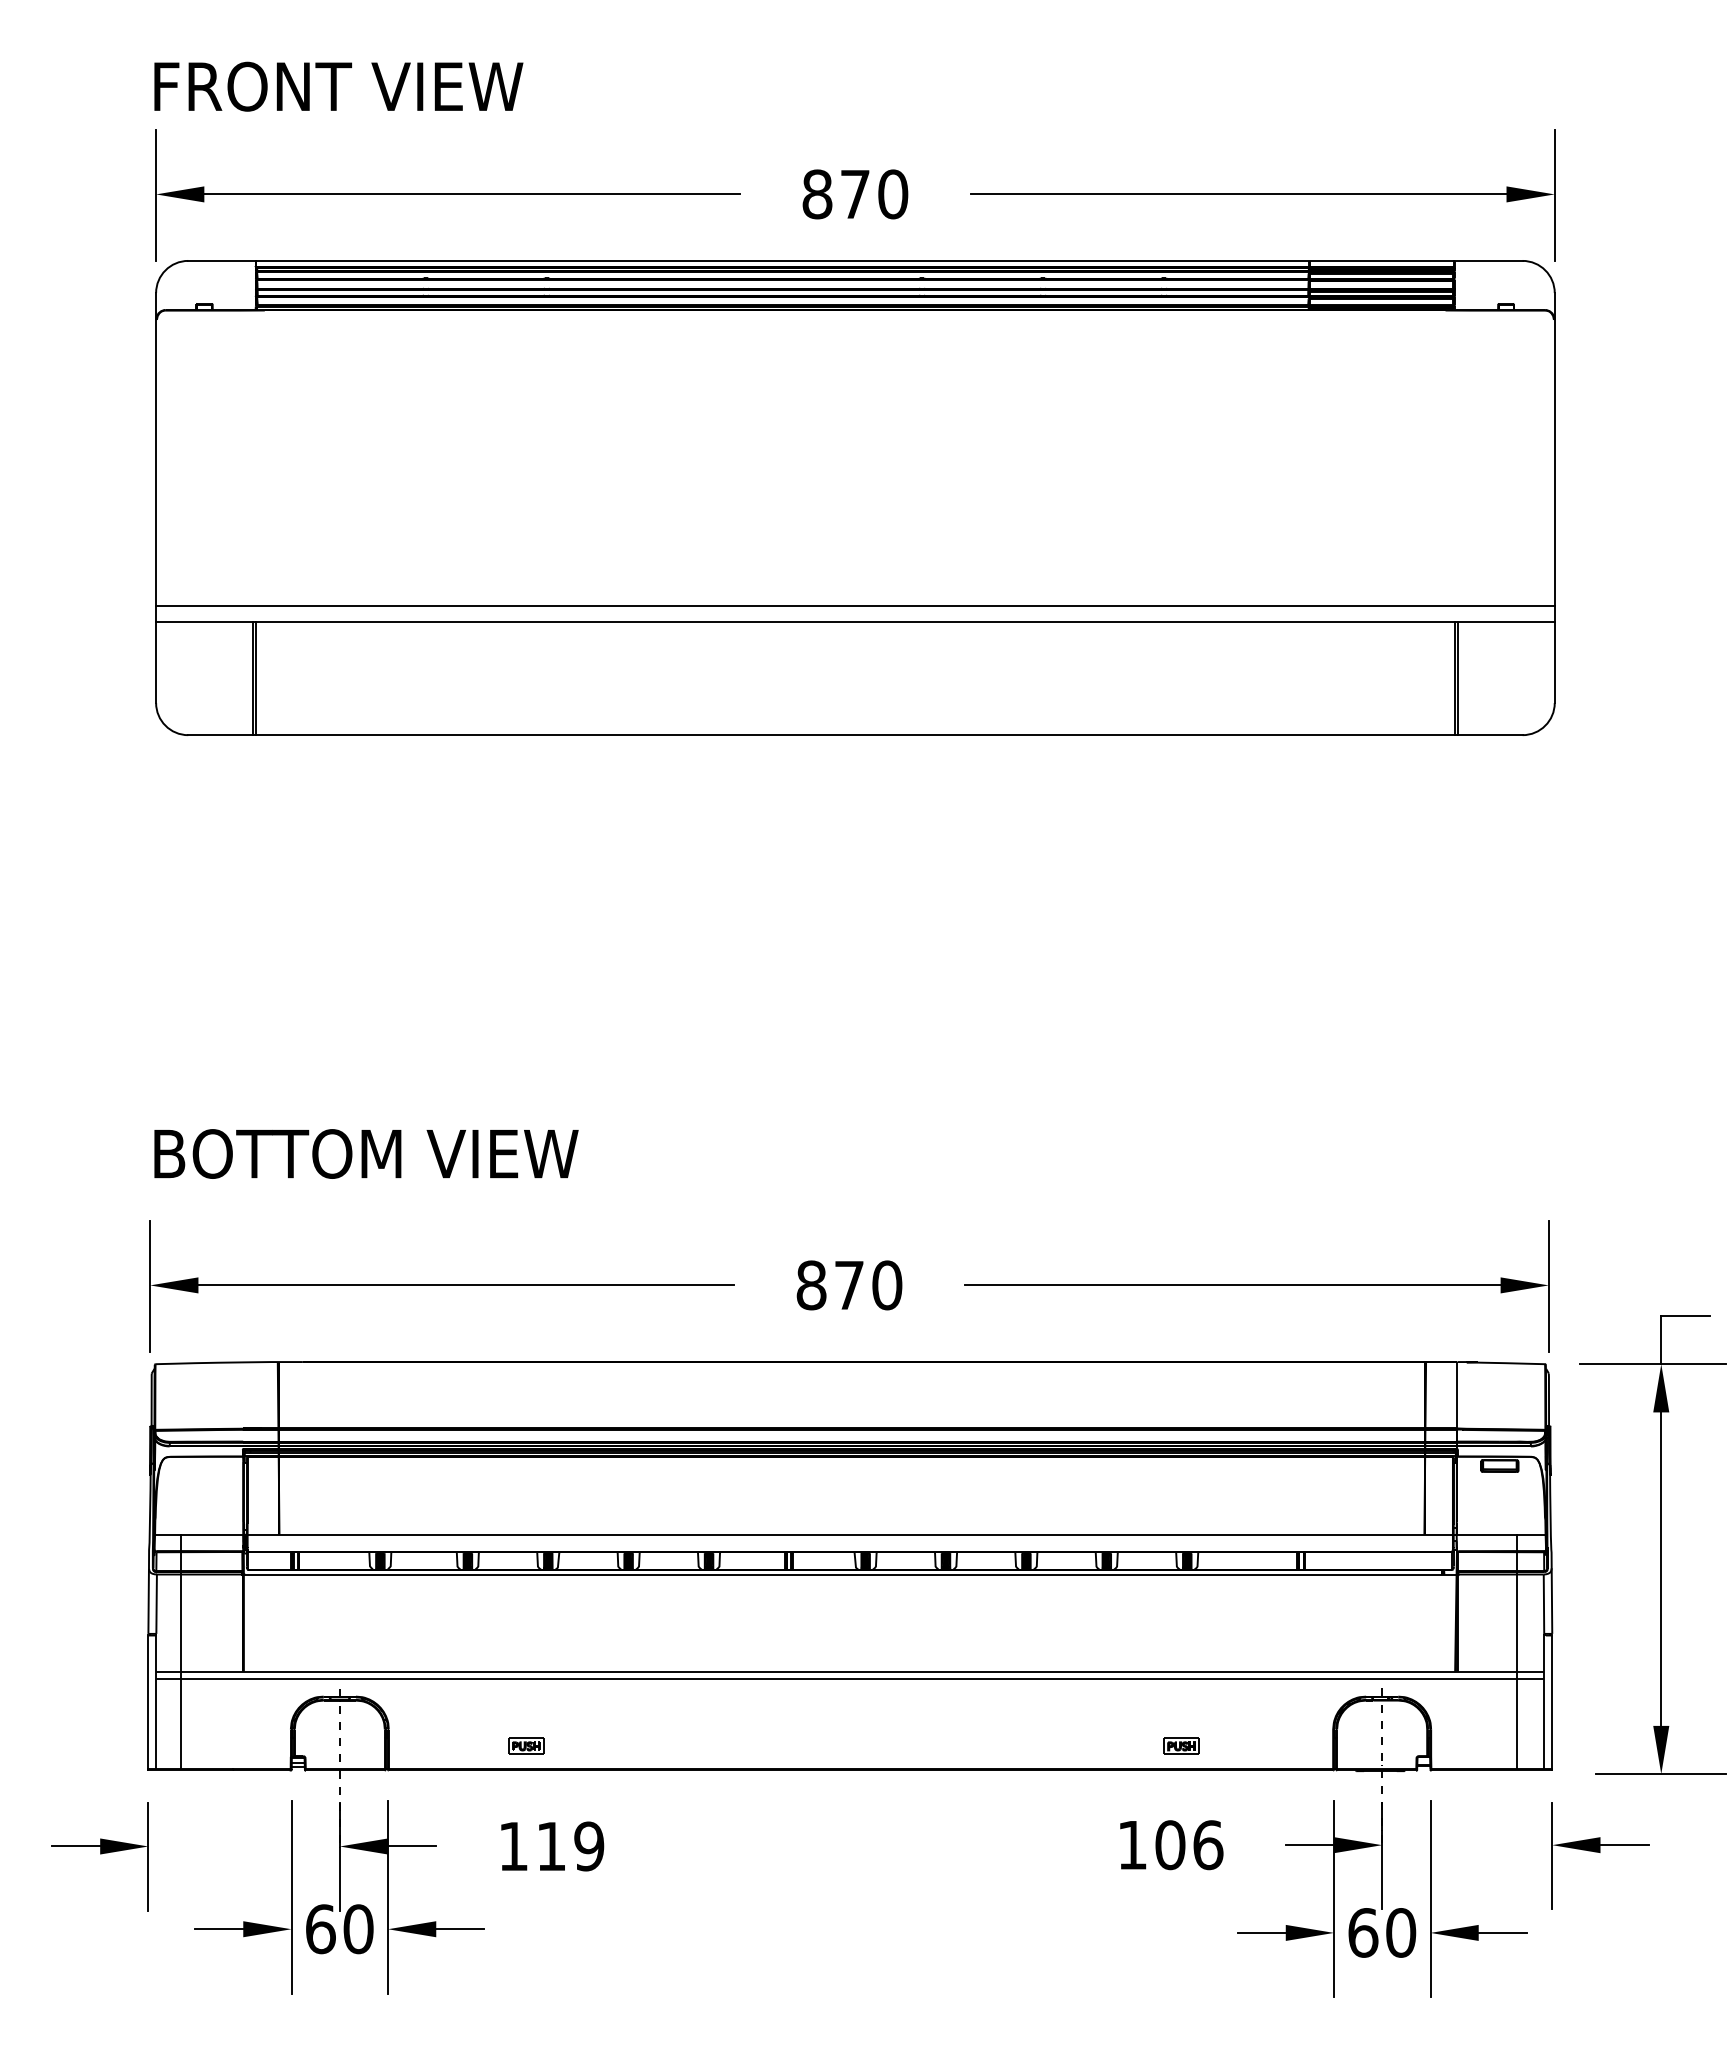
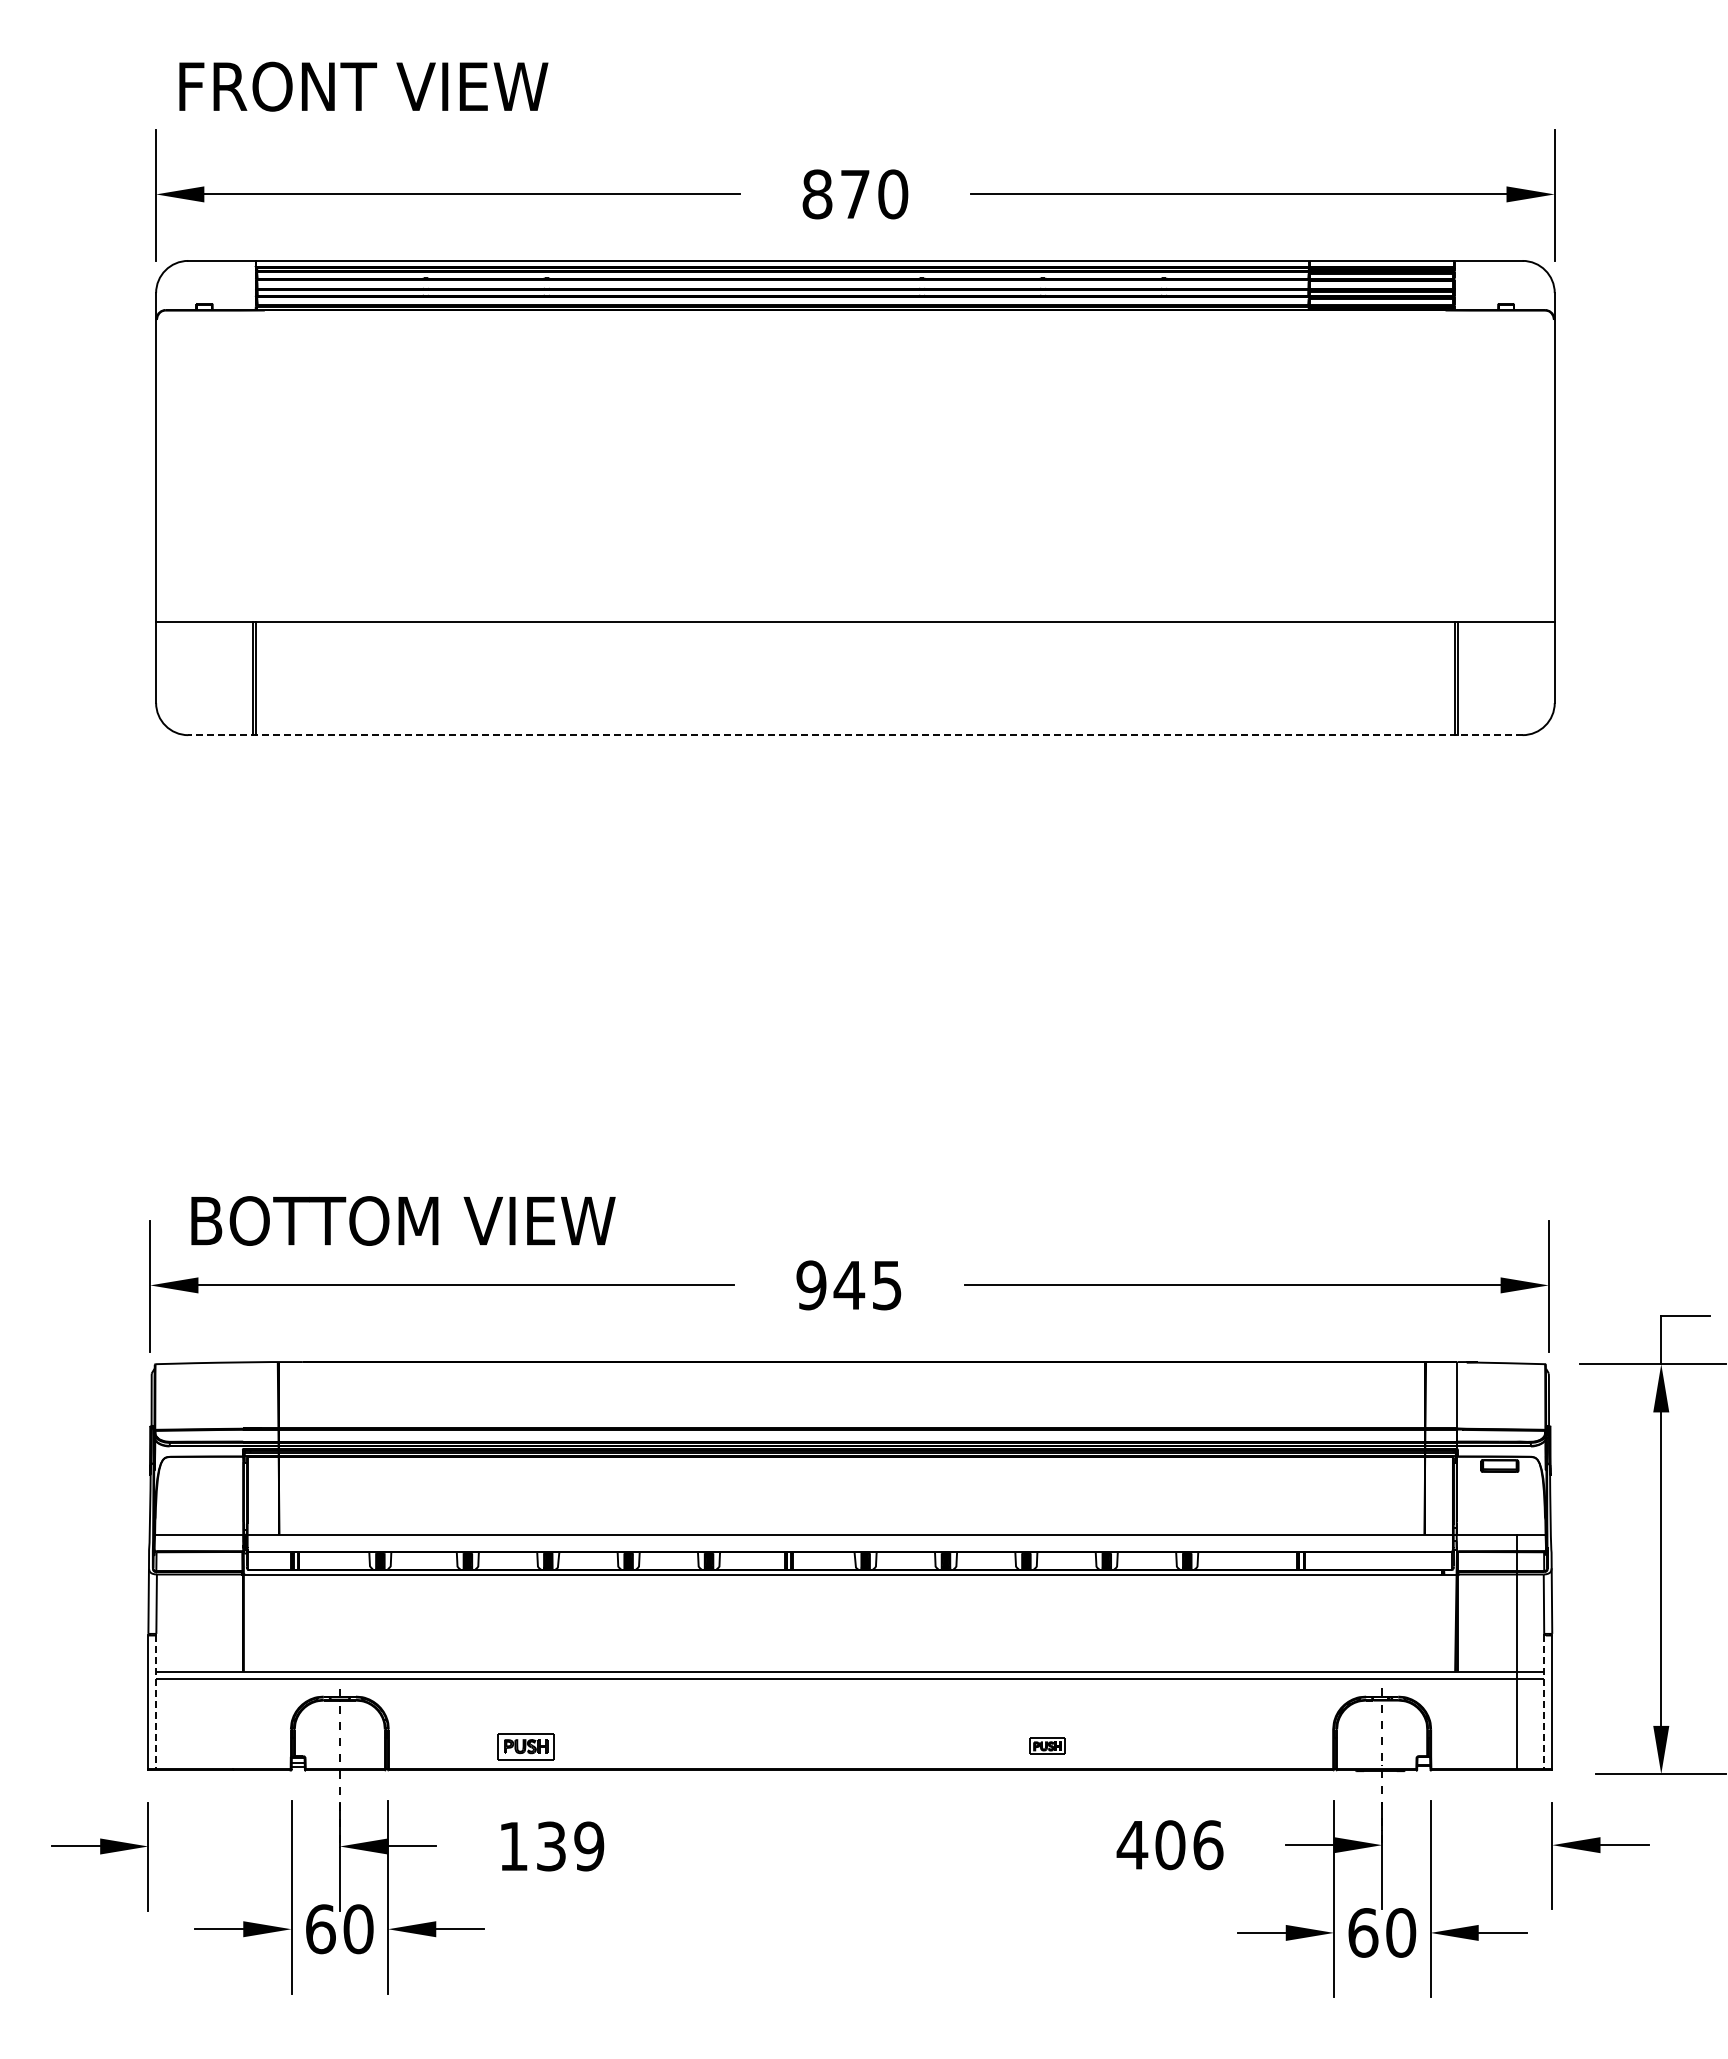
text at (338, 86) position: (338, 86) -> (363, 86)
line at (855, 606): present -> none
line at (854, 735): solid -> dashed
text at (366, 1153) position: (366, 1153) -> (403, 1220)
text at (849, 1285): 870 -> 945
line at (181, 1651): present -> none
line at (156, 1702): solid -> dashed
line at (1544, 1702): solid -> dashed
part at (526, 1745) size: 37x18 px -> 58x28 px
part at (1181, 1745) position: (1181, 1745) -> (1047, 1745)
text at (1132, 1845): 106 -> 406
text at (551, 1846): 119 -> 139
